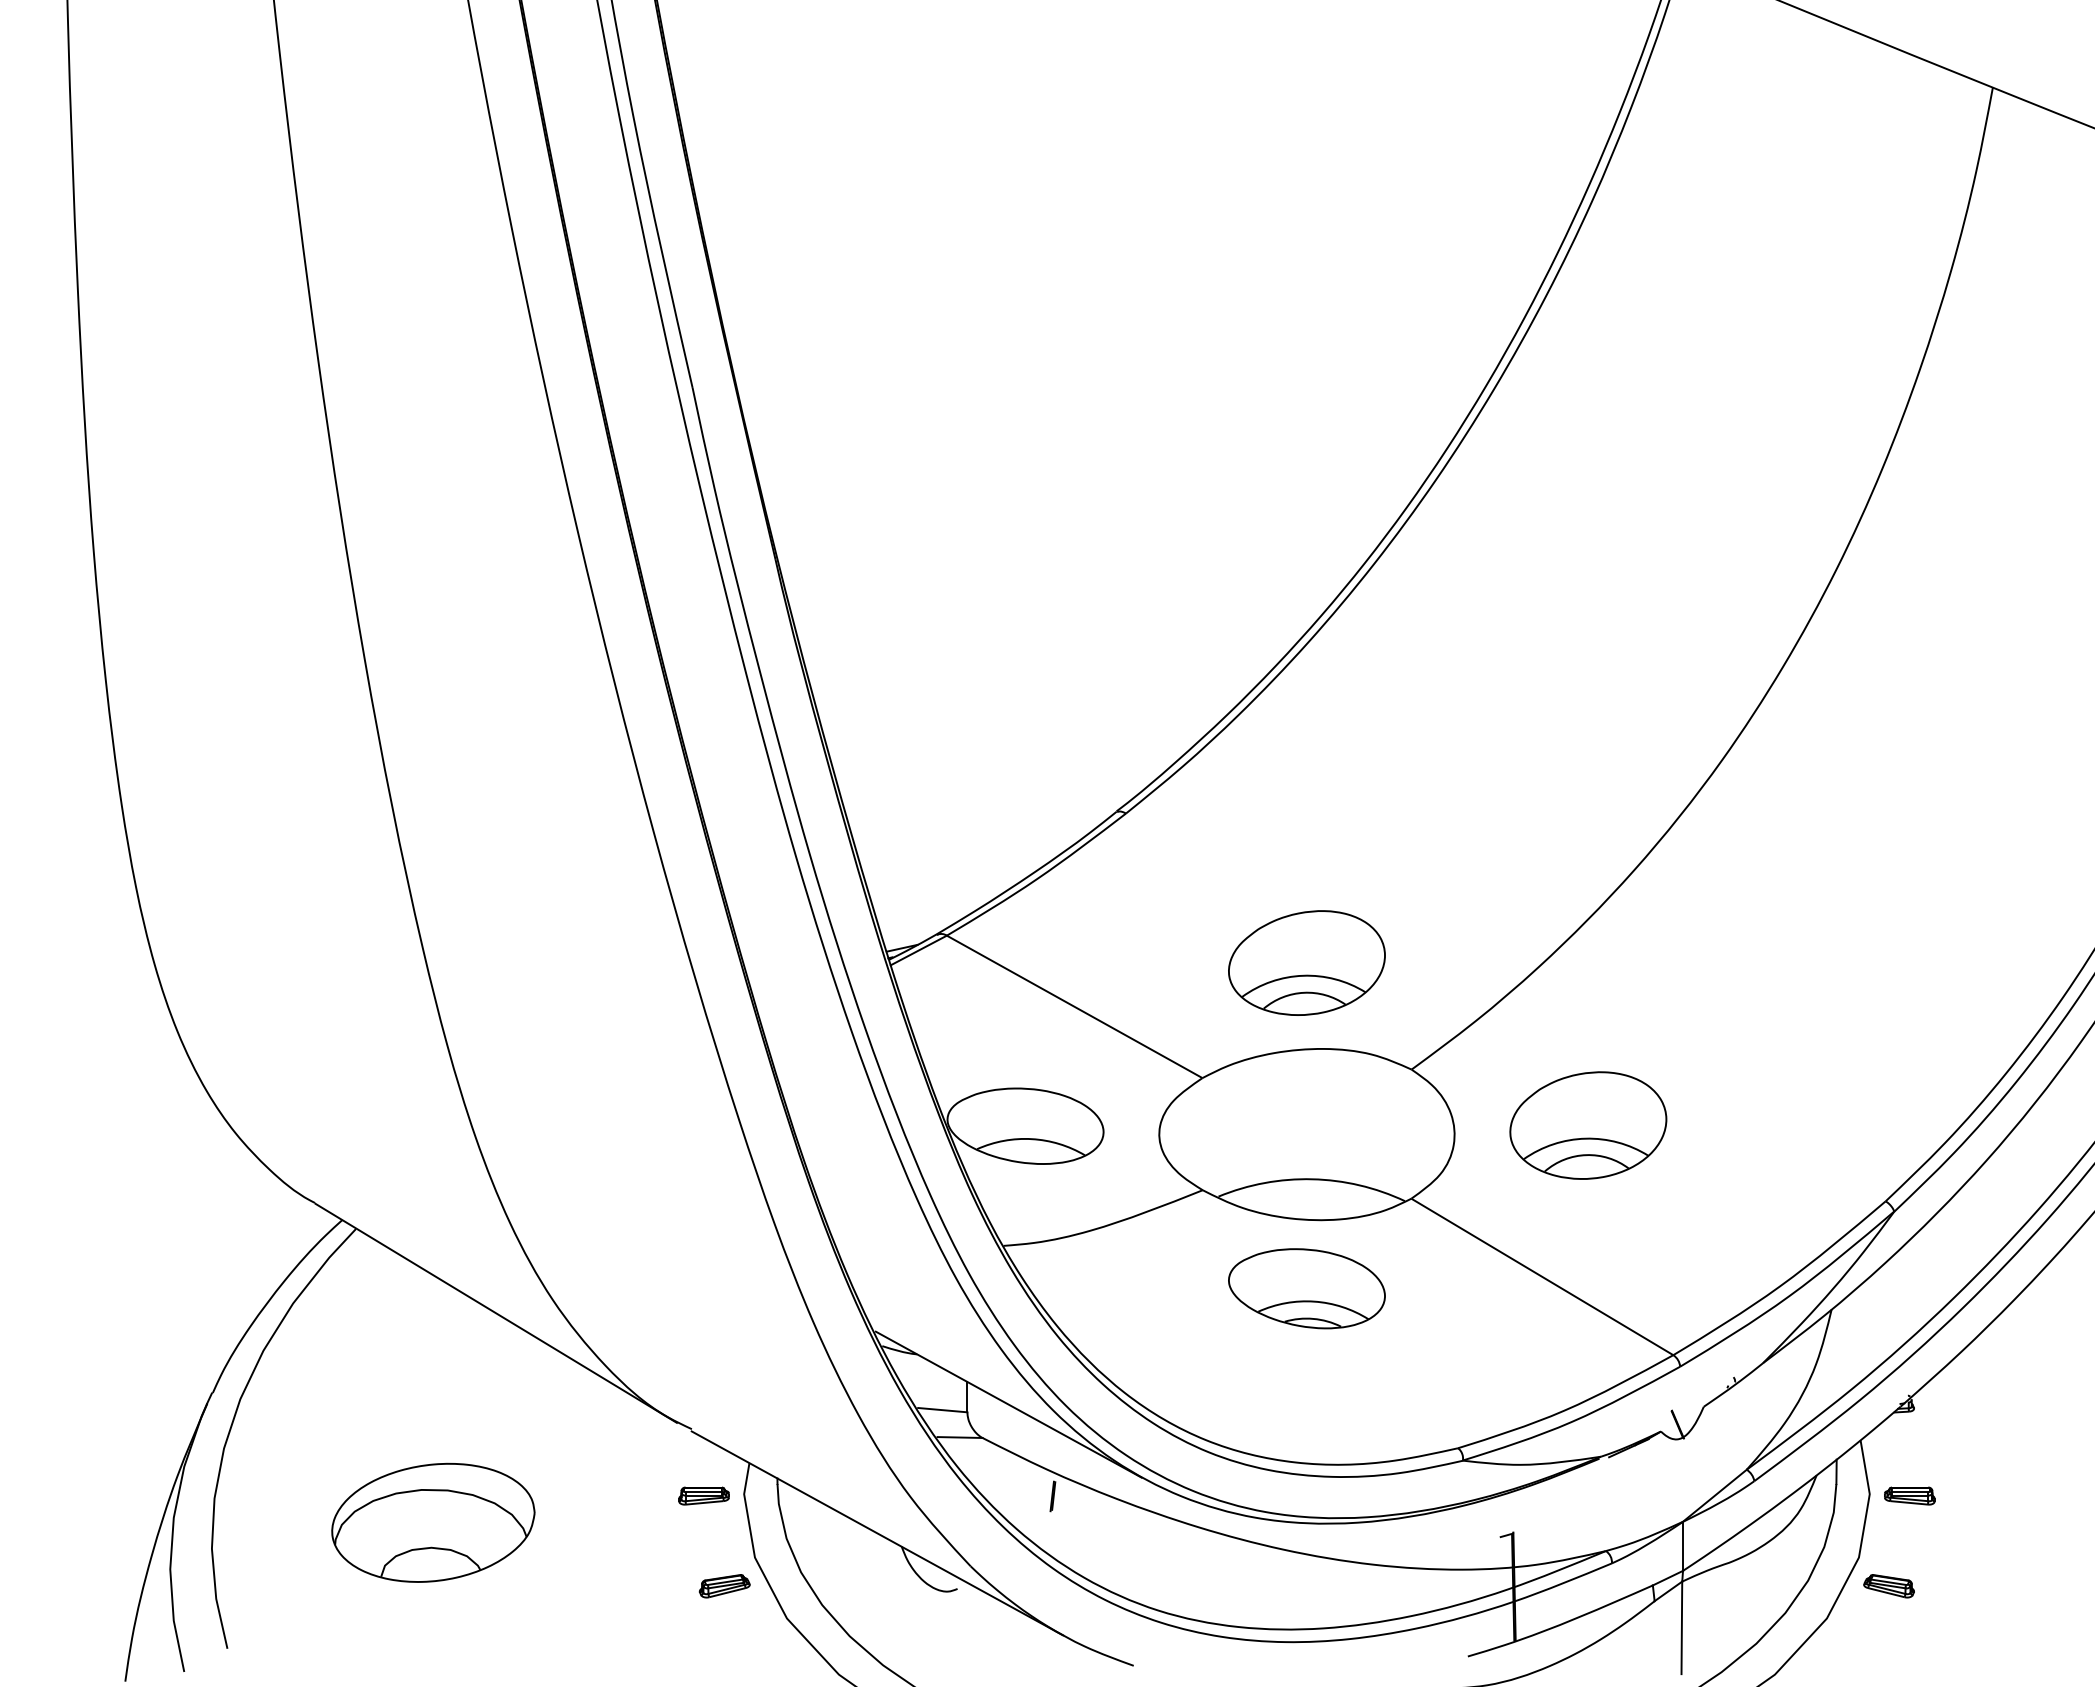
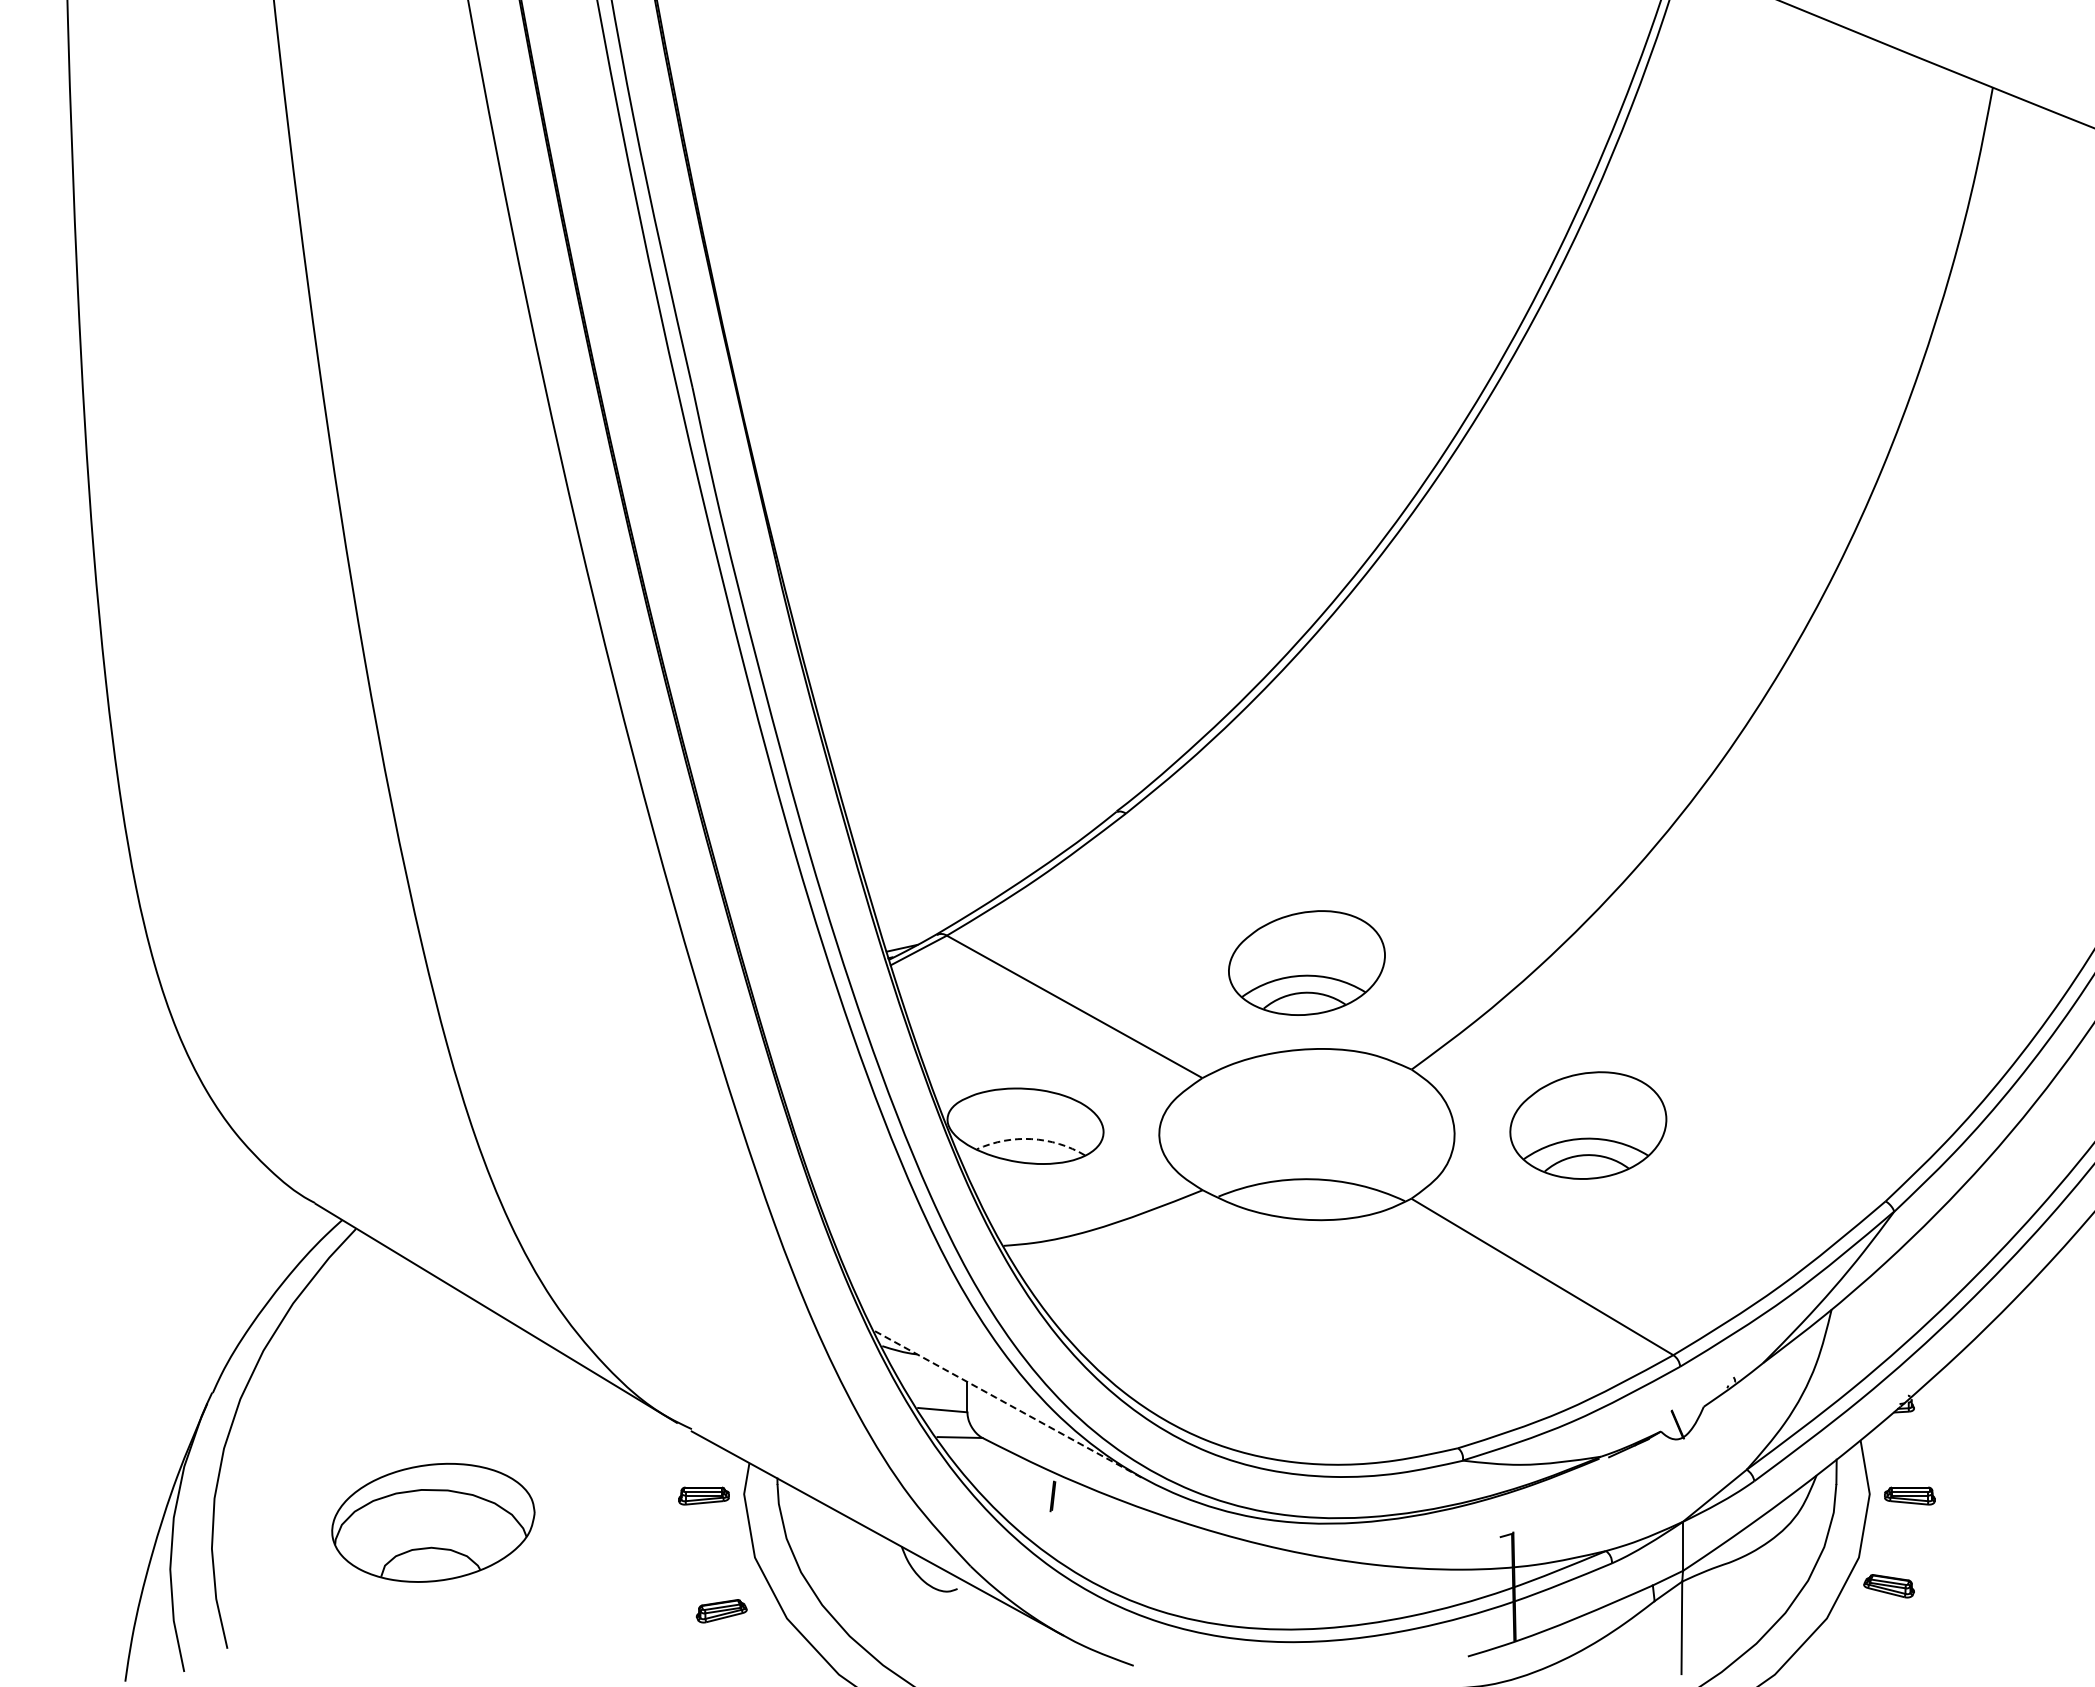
arc at (1031, 1139): solid -> dashed
part at (1306, 1288): present -> none
line at (1008, 1404): solid -> dashed
part at (724, 1586) position: (724, 1586) -> (721, 1611)
